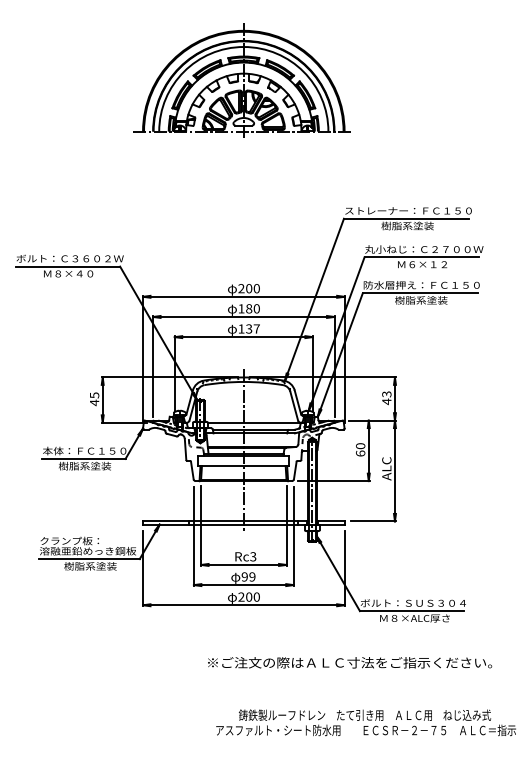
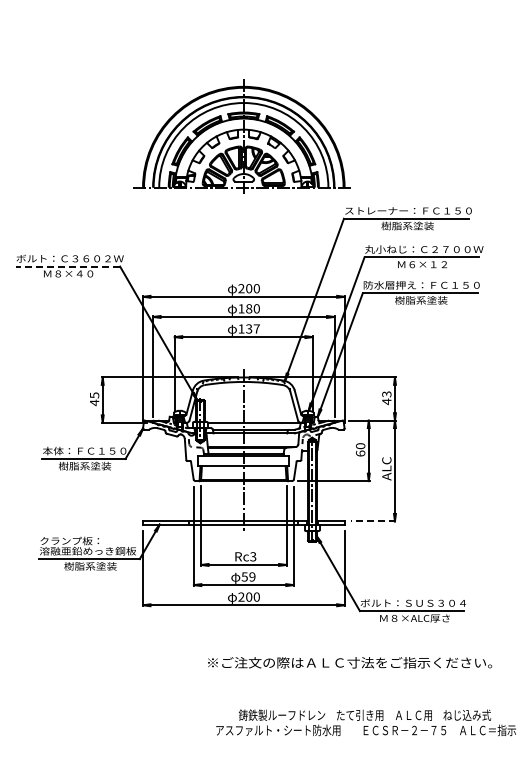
part at (241, 80) position: (241, 80) -> (241, 136)
line at (67, 266): solid -> dashed
line at (373, 521): solid -> dashed
text at (244, 576): 99 -> 59
